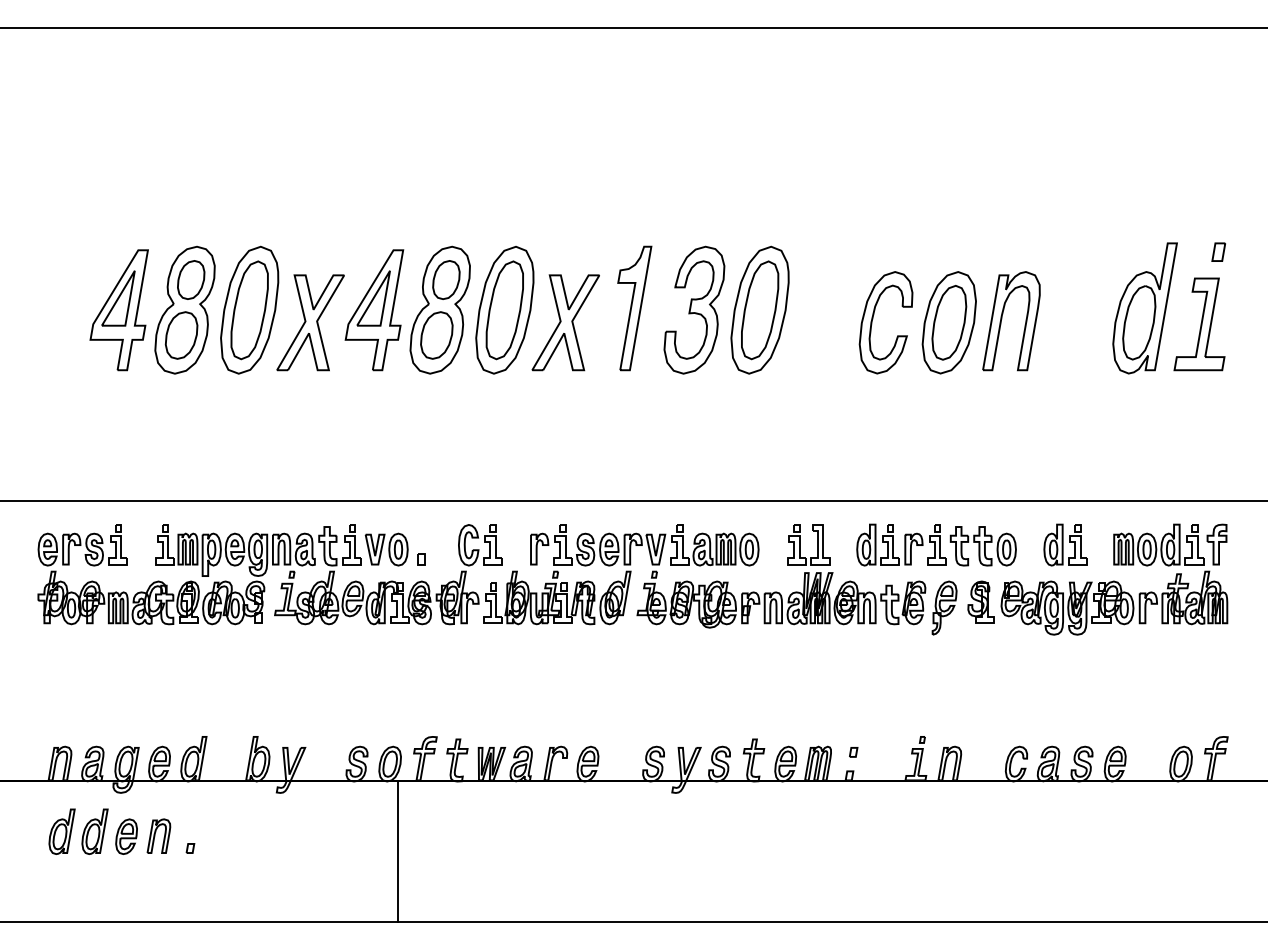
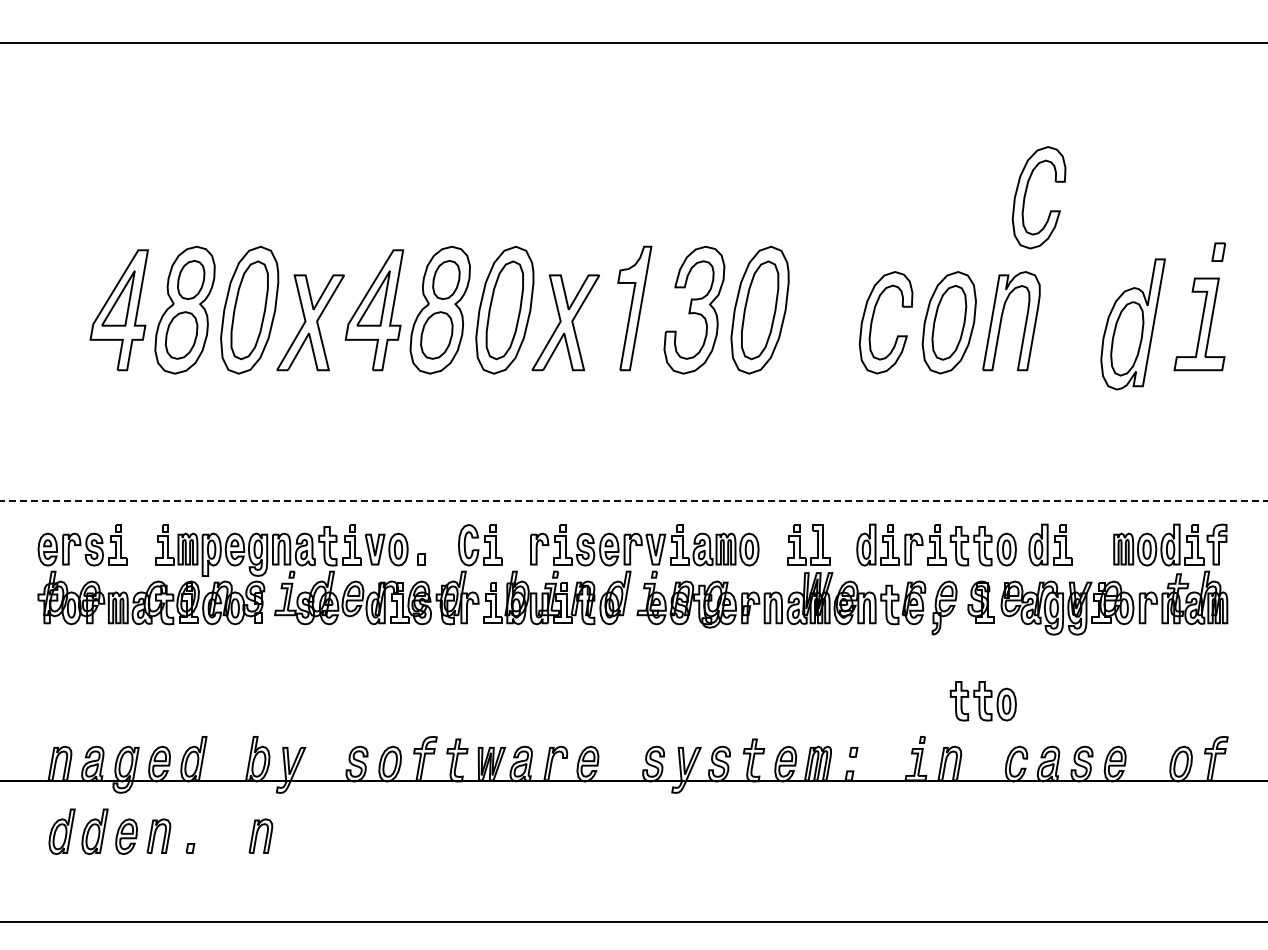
line at (633, 28) position: (633, 28) -> (633, 43)
part at (1026, 194): none -> present
part at (1144, 308) position: (1144, 308) -> (1132, 324)
line at (634, 501): solid -> dashed
part at (1065, 544) position: (1065, 544) -> (1050, 544)
part at (982, 701): none -> present
part at (260, 835): none -> present
line at (397, 851): present -> none
